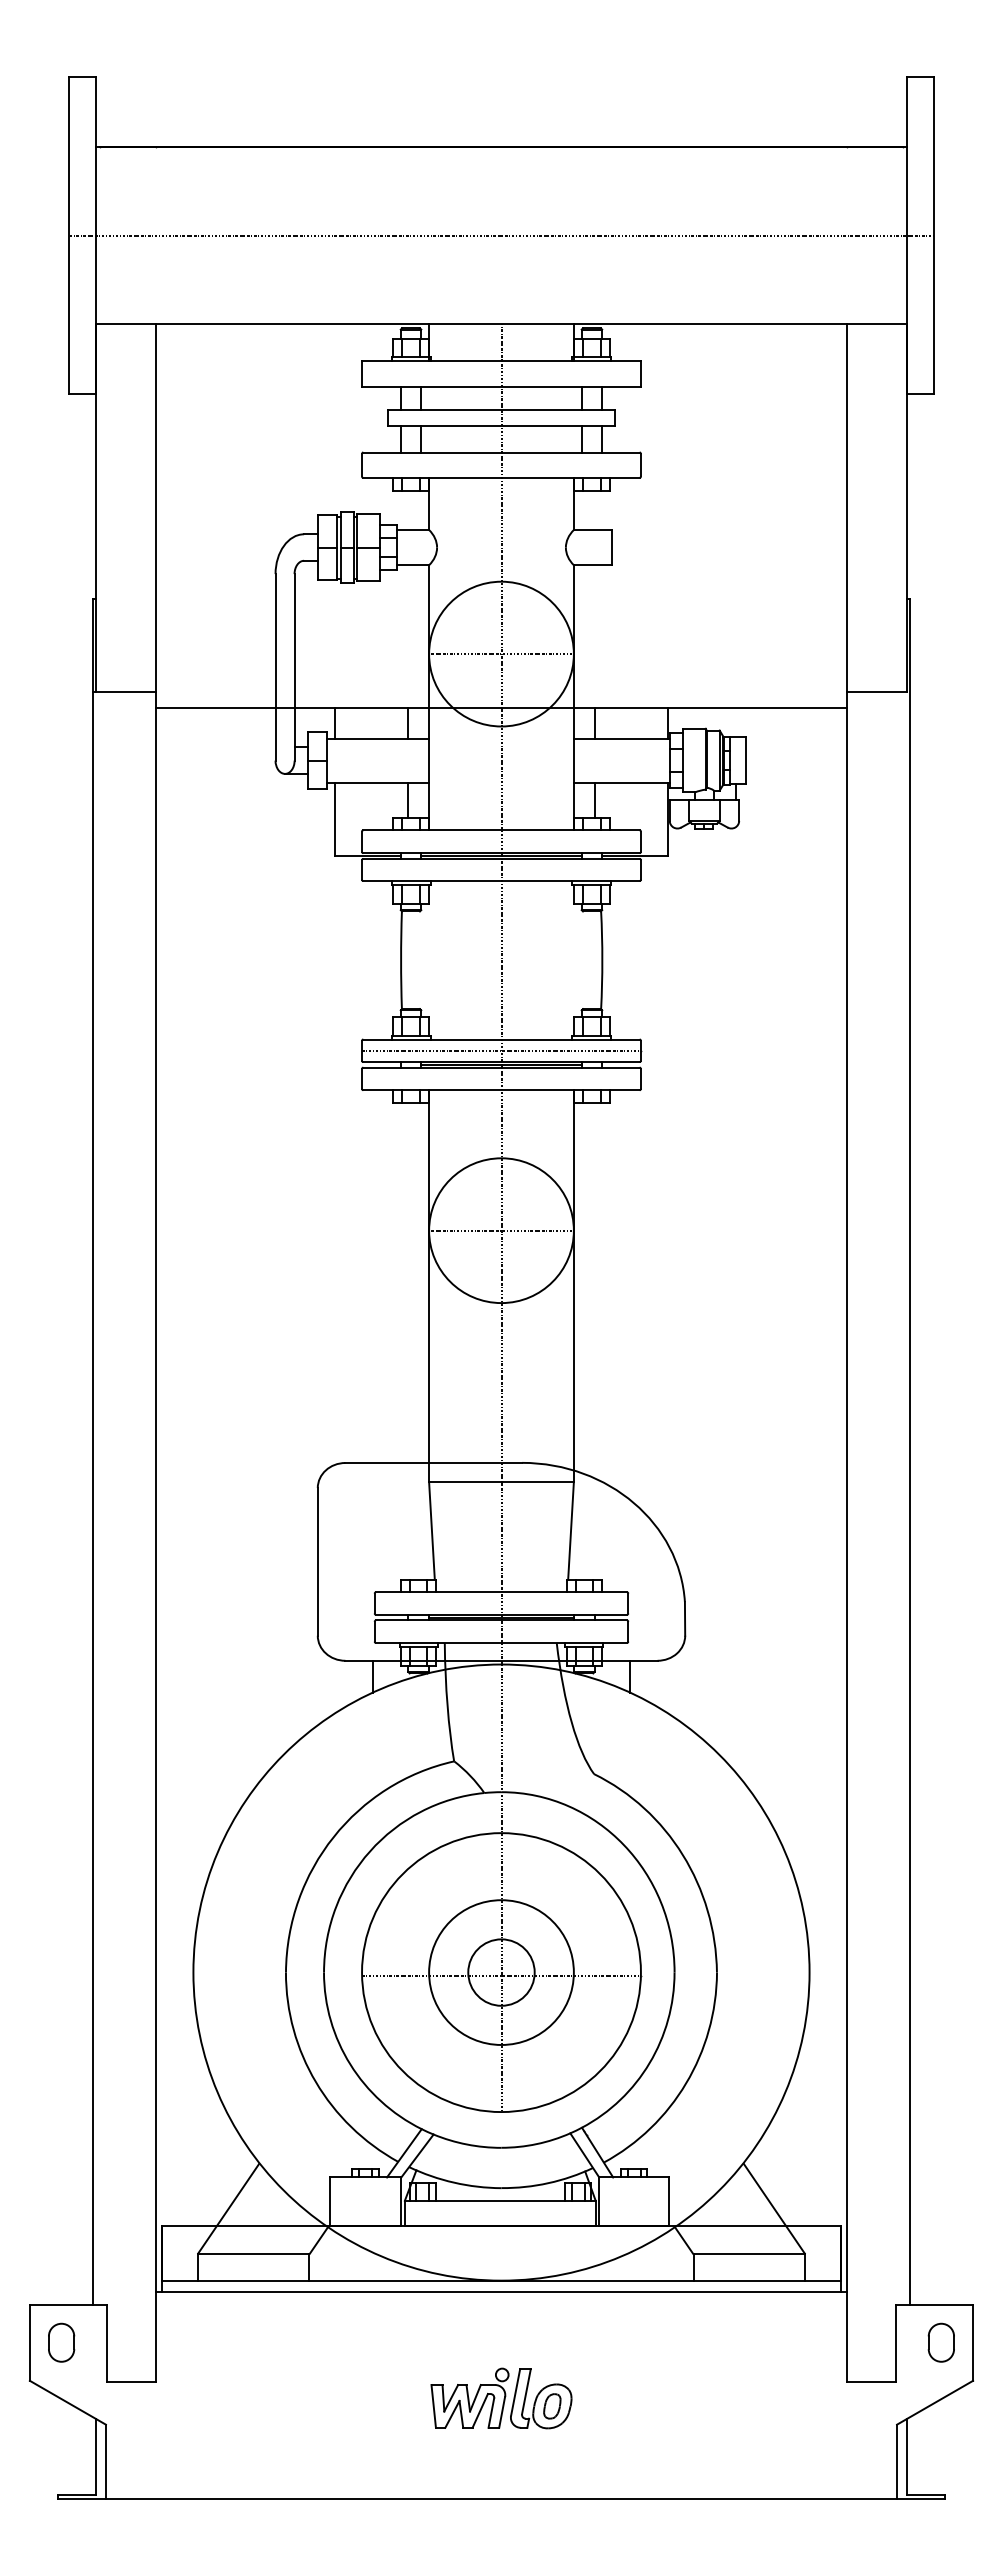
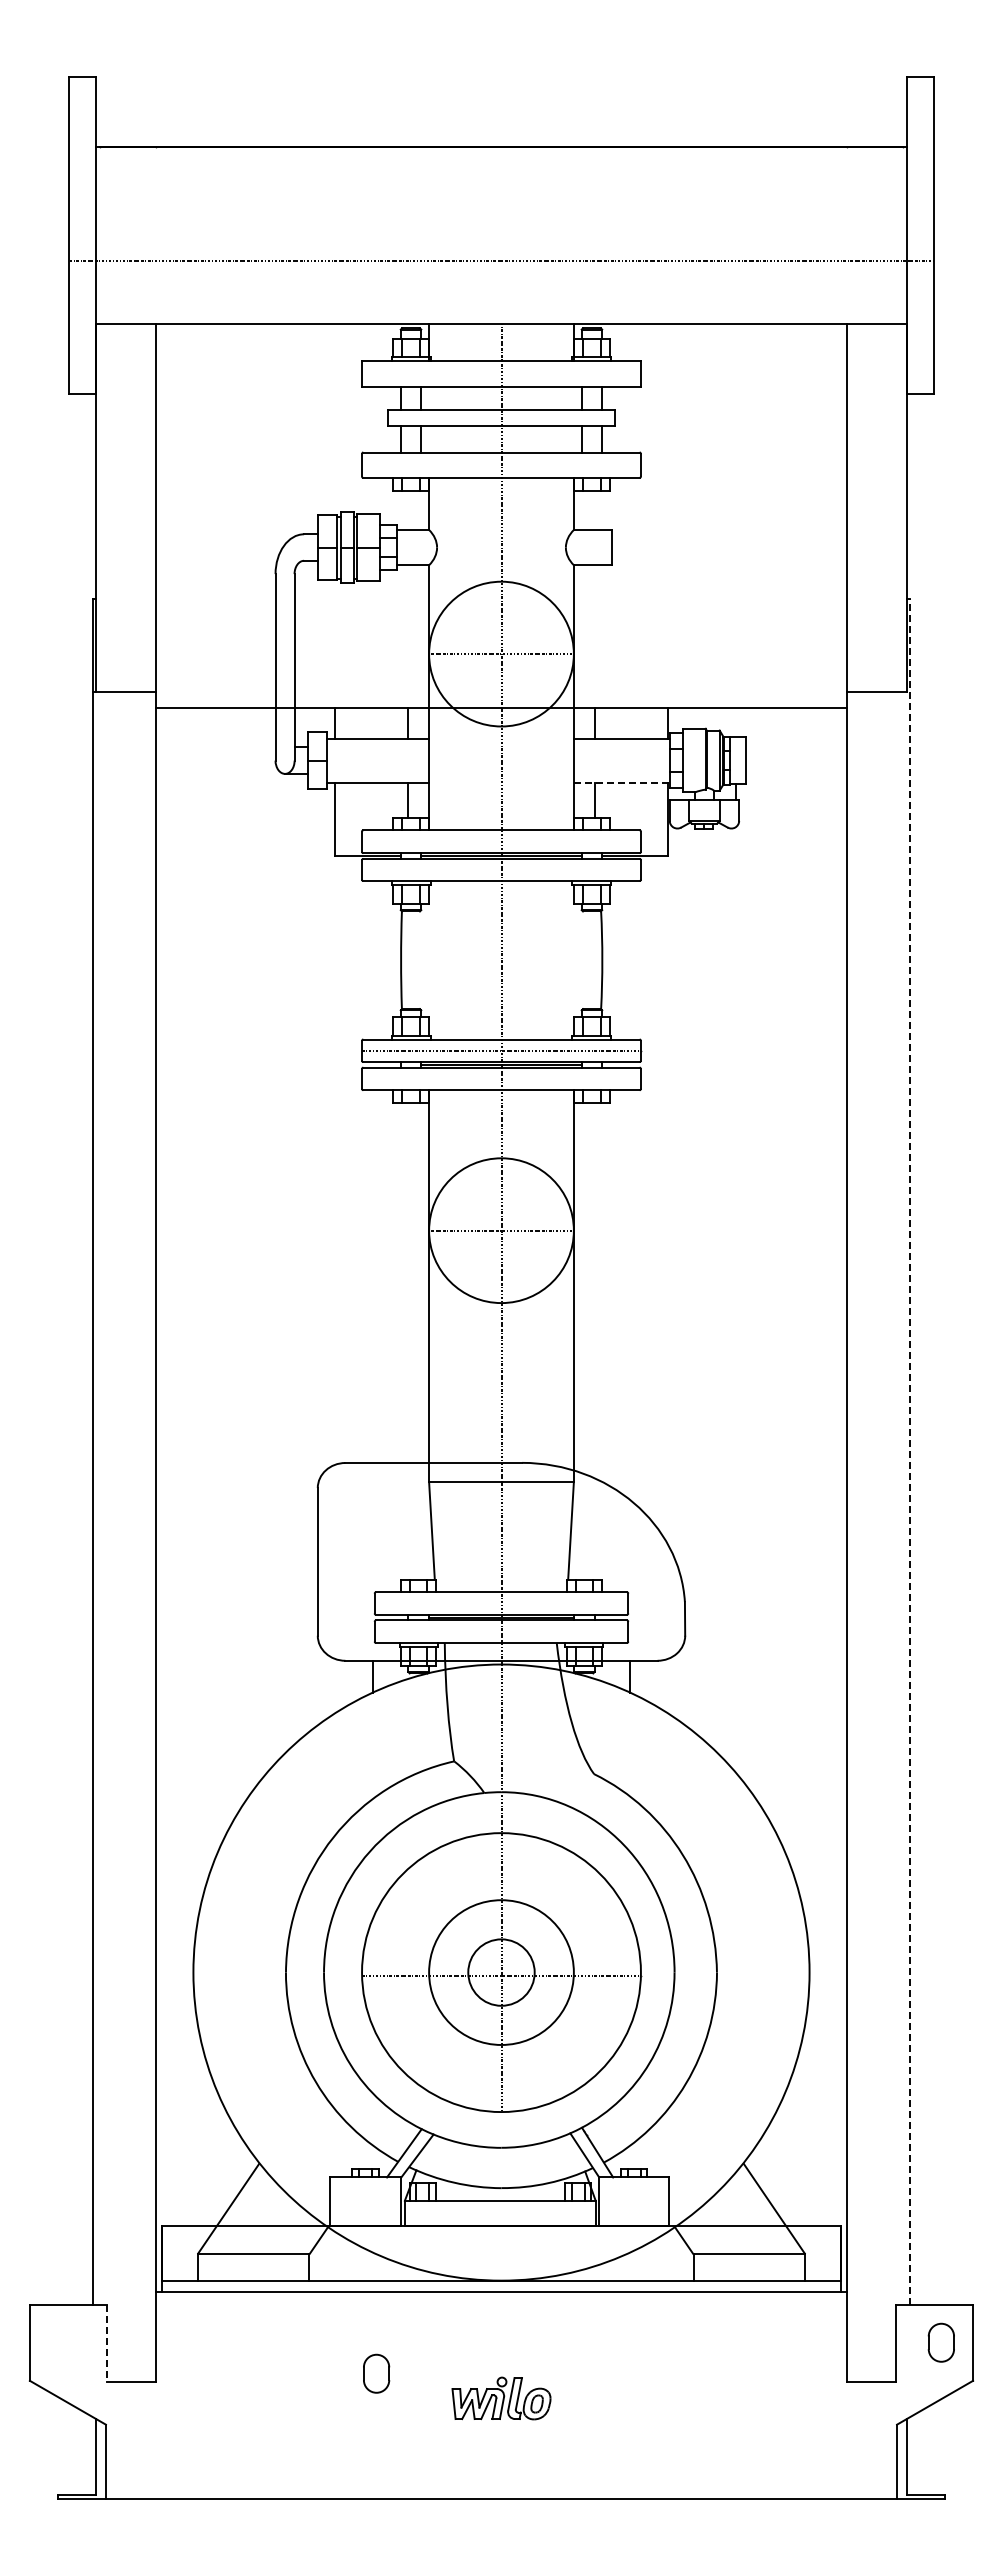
line at (501, 235) position: (501, 235) -> (501, 260)
line at (621, 782): solid -> dashed
line at (910, 1451): solid -> dashed
part at (61, 2342) position: (61, 2342) -> (376, 2373)
line at (106, 2343): solid -> dashed
part at (501, 2398) size: 143x63 px -> 101x45 px
